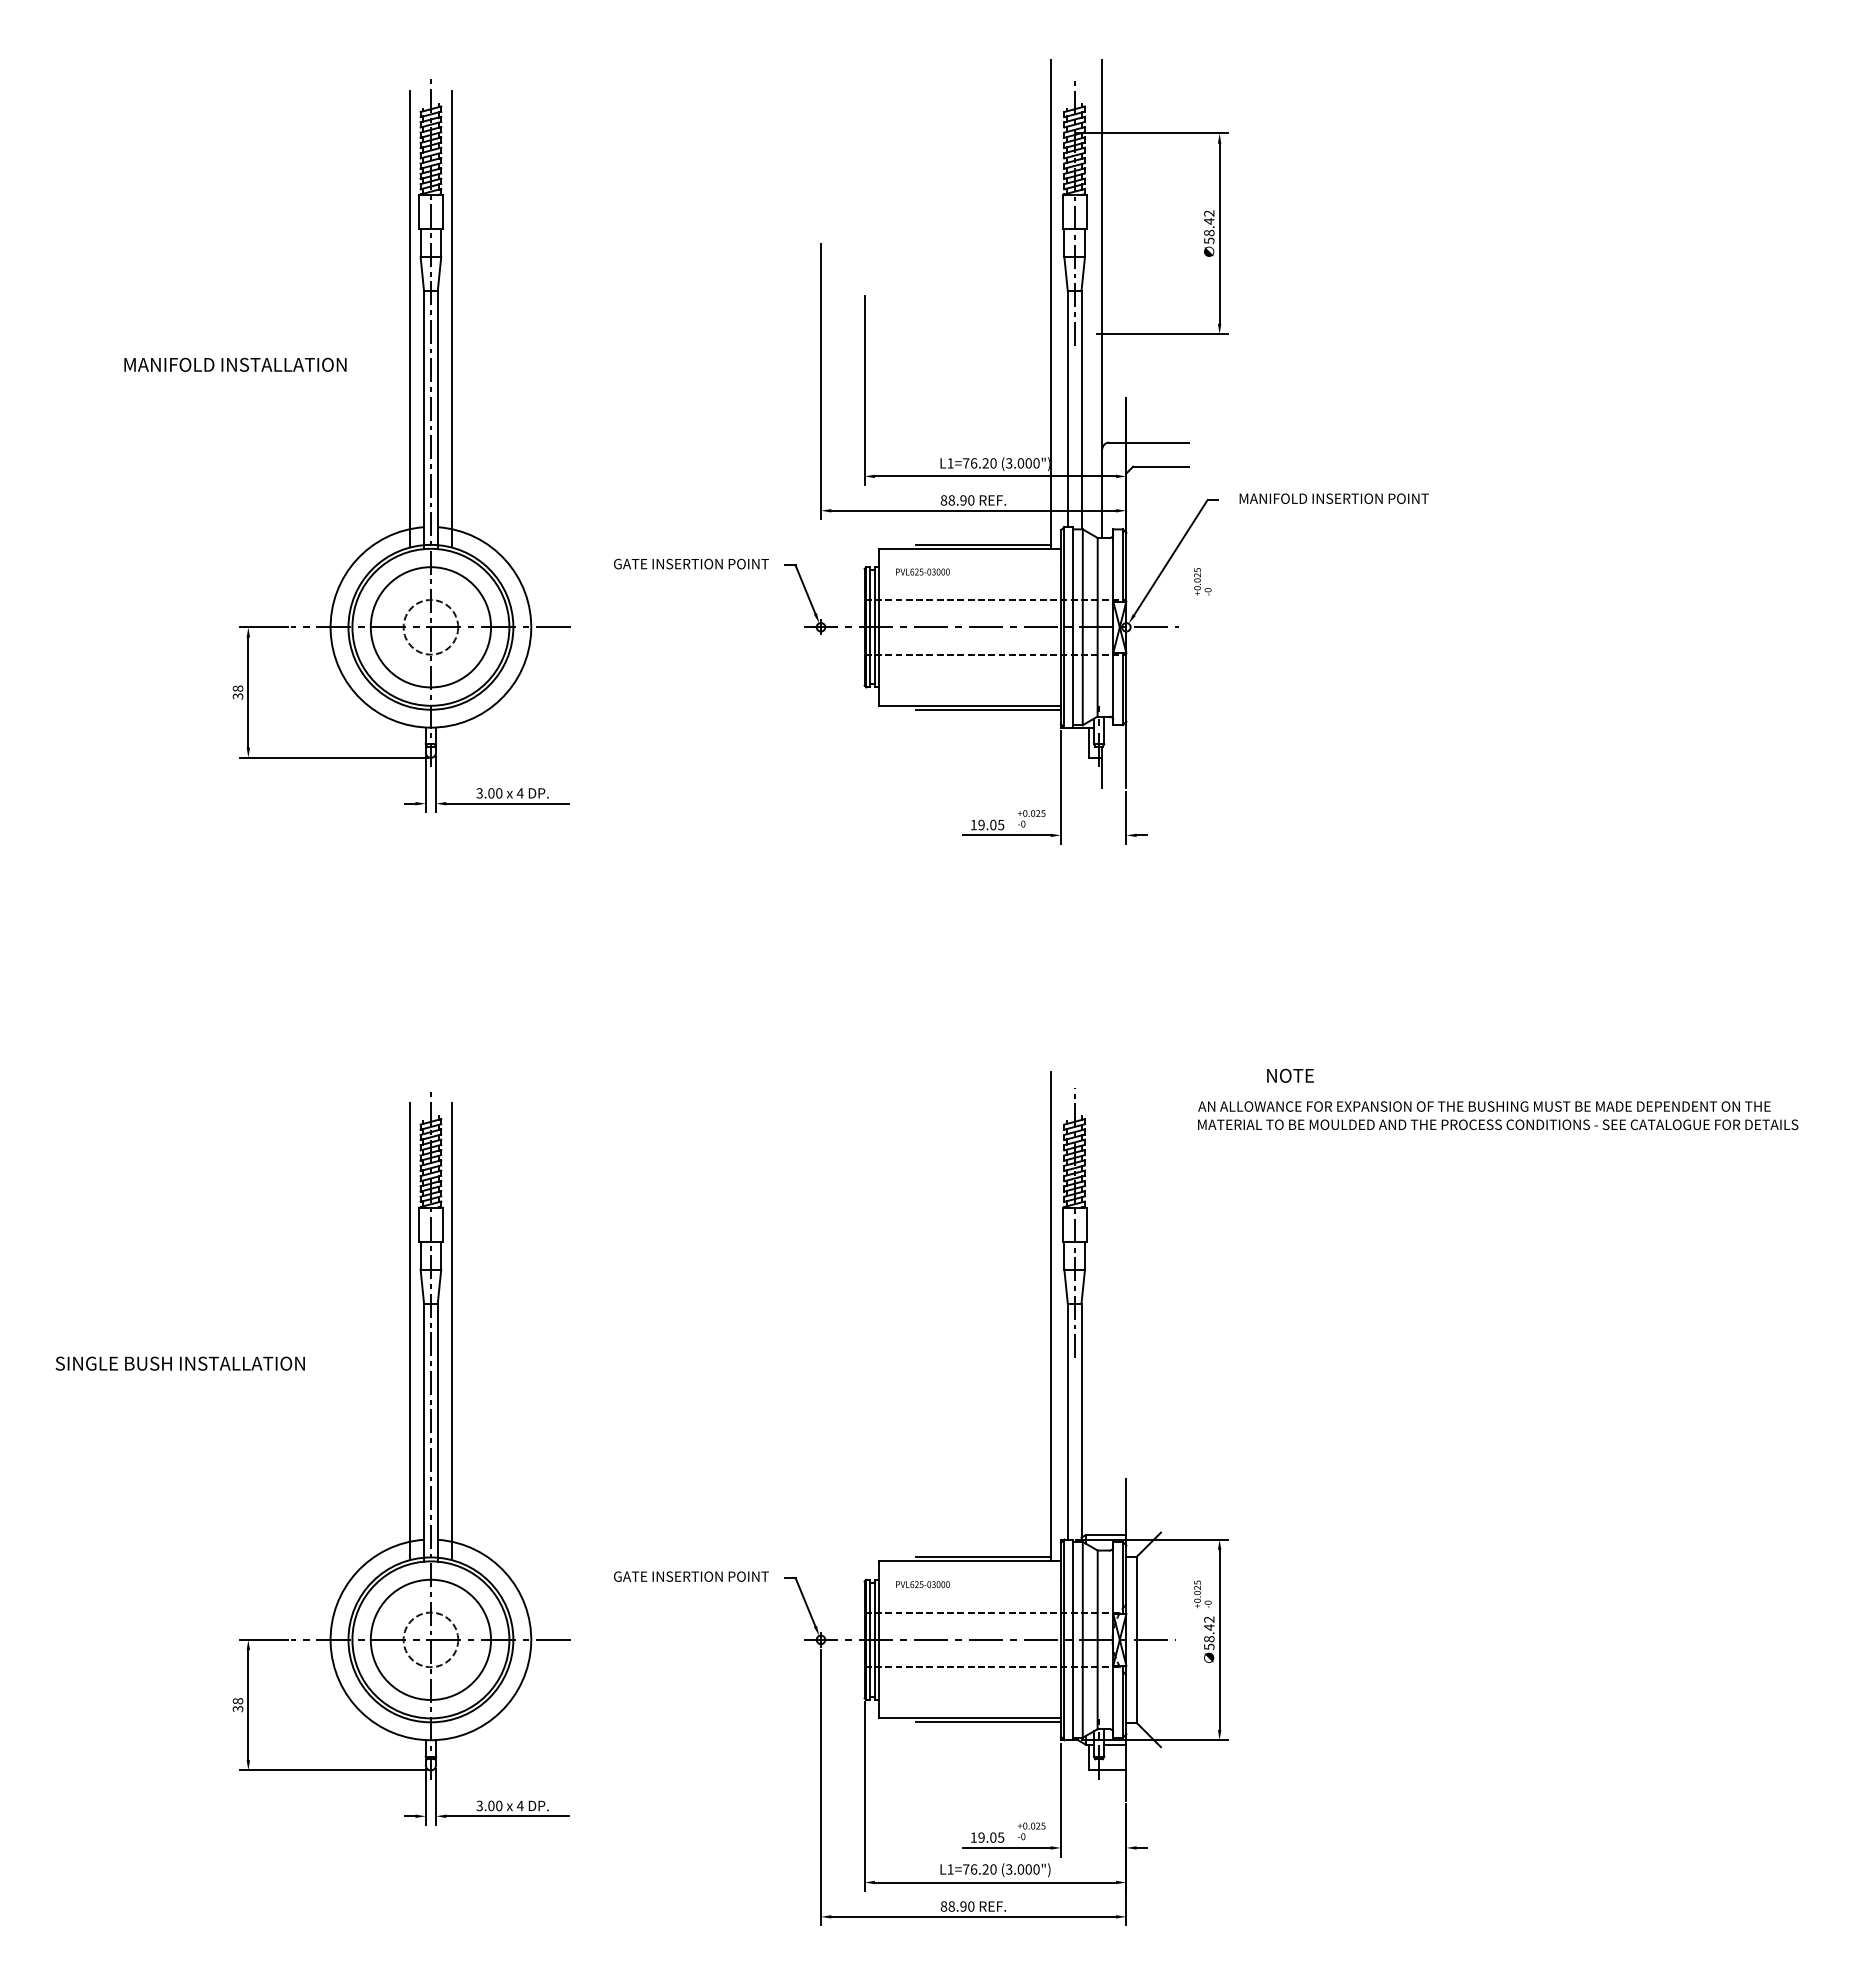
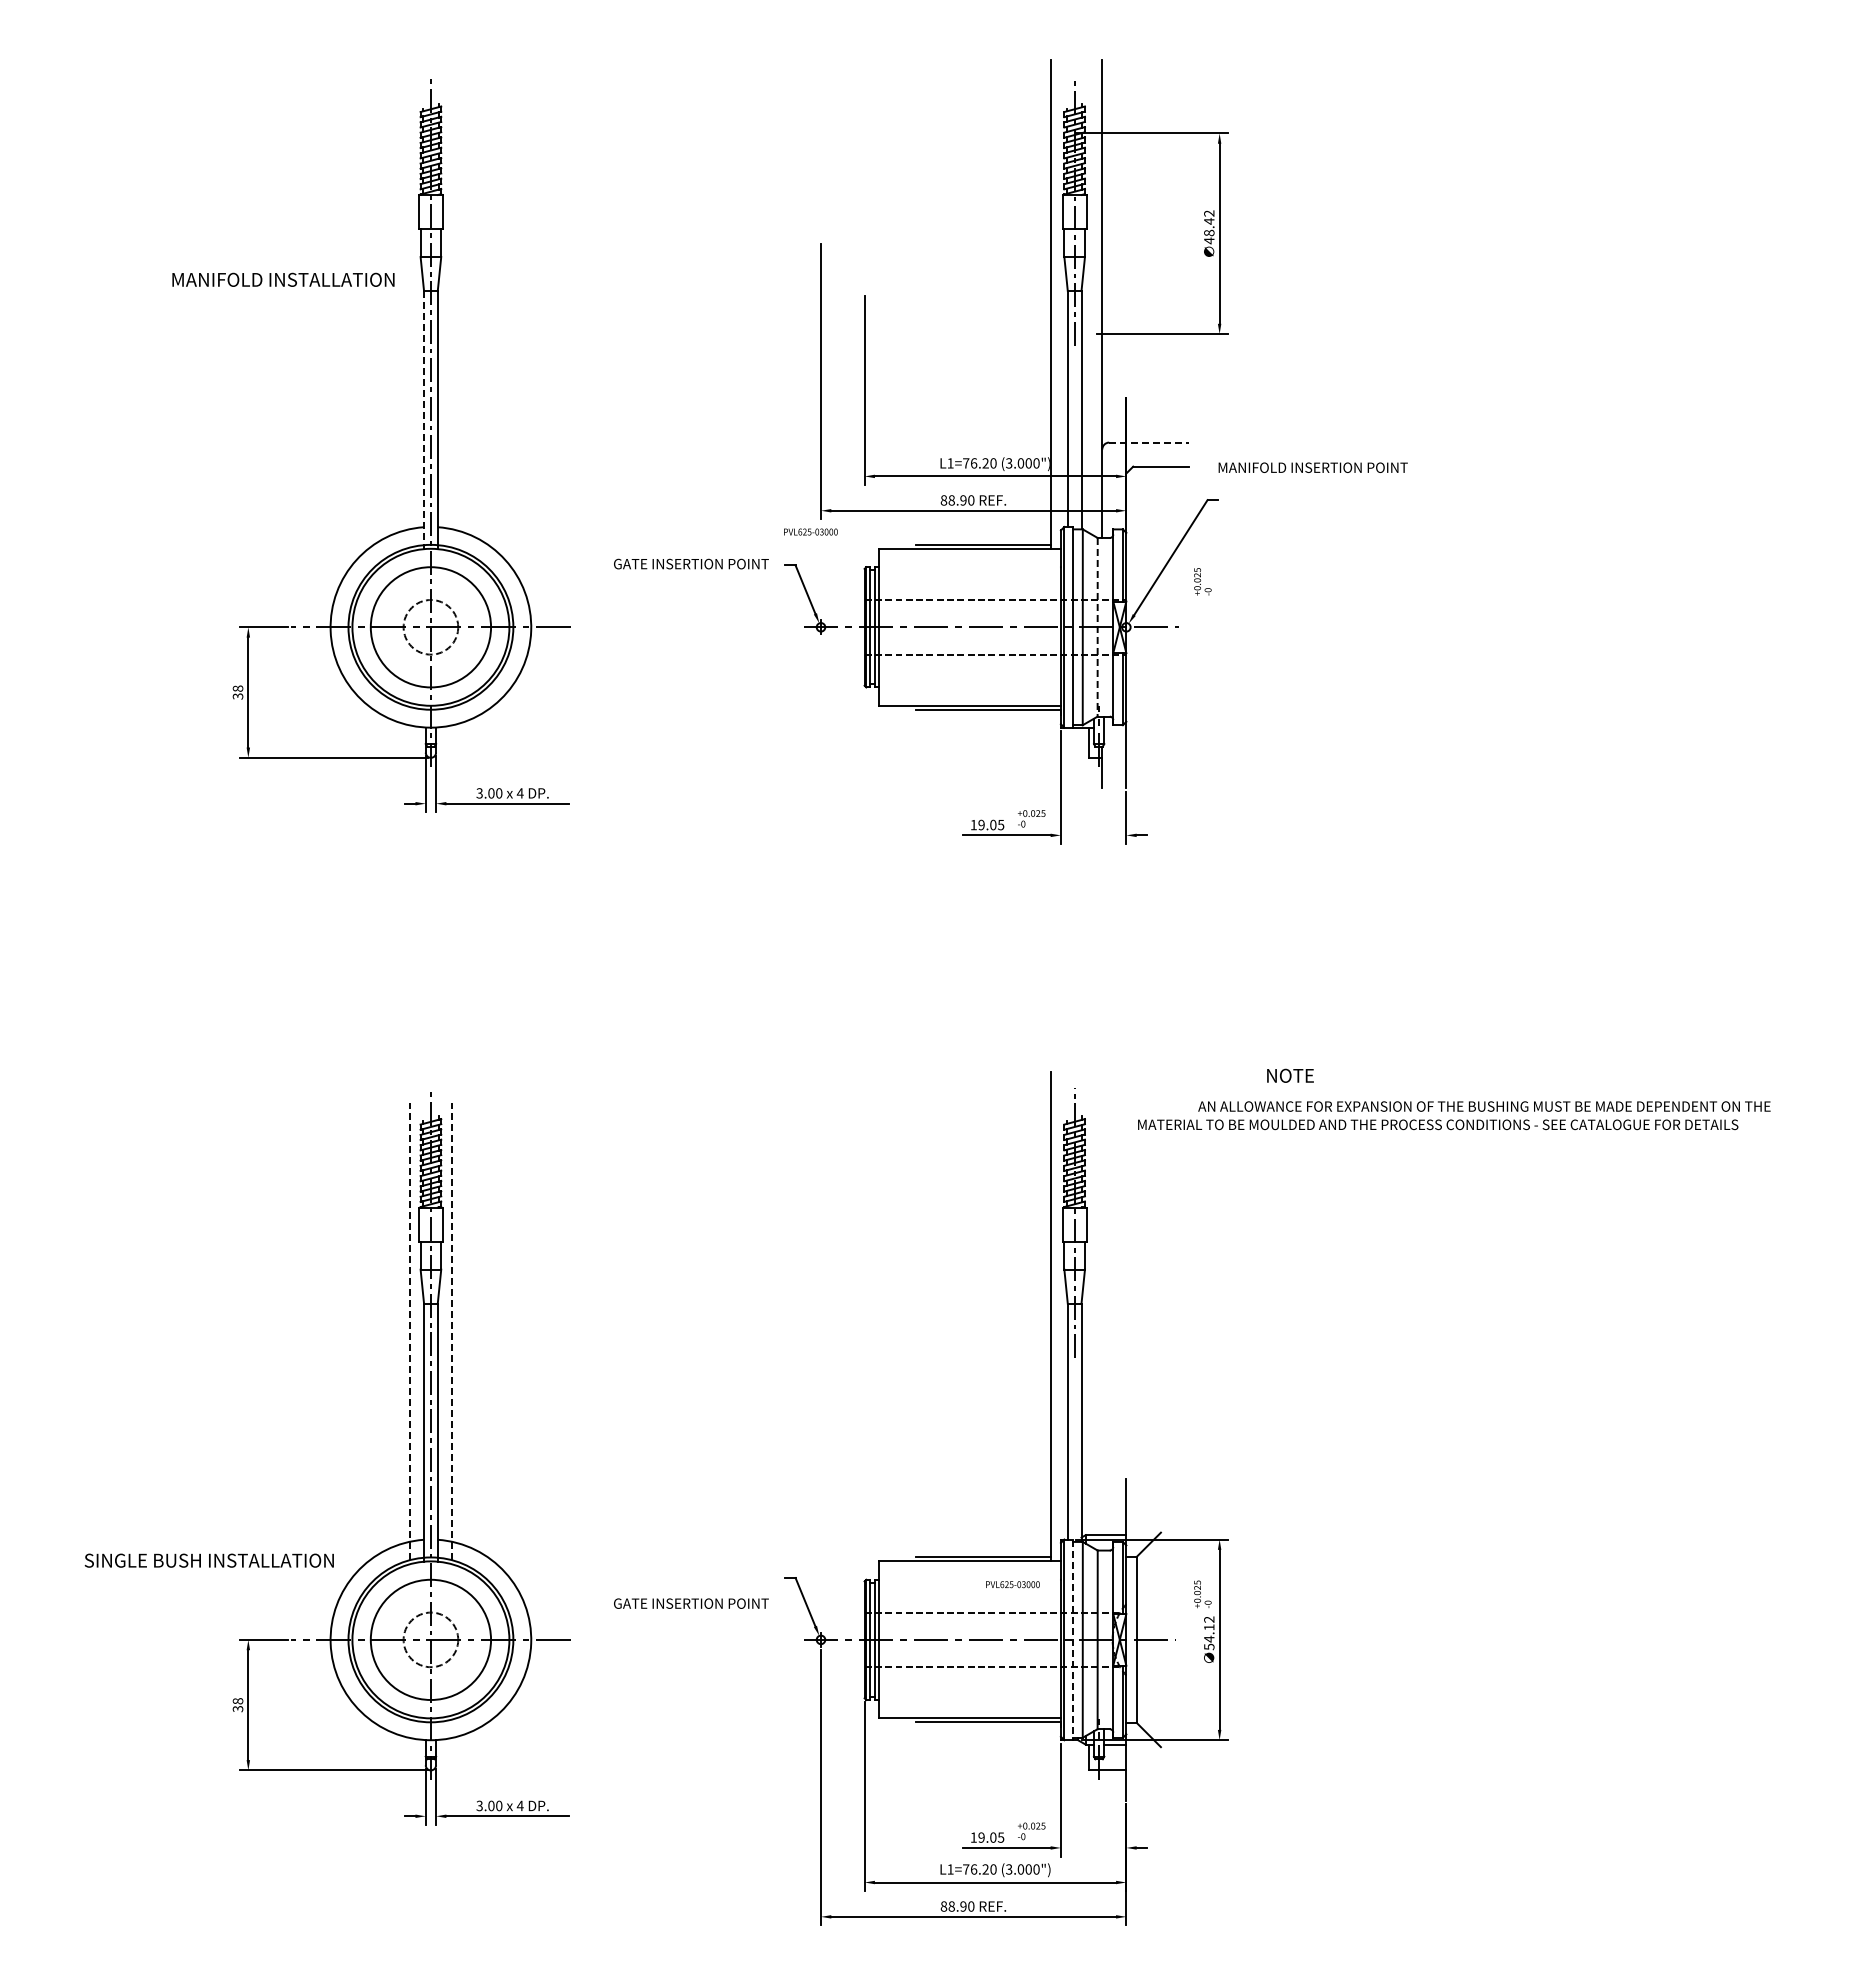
text at (1209, 240): 58.42 -> 48.42
line at (410, 318): present -> none
line at (451, 318): present -> none
text at (235, 364) position: (235, 364) -> (283, 279)
line at (424, 420): solid -> dashed
line at (1149, 442): solid -> dashed
text at (1333, 498) position: (1333, 498) -> (1312, 467)
text at (922, 571) position: (922, 571) -> (810, 531)
line at (1097, 627): solid -> dashed
text at (1498, 1124) position: (1498, 1124) -> (1438, 1124)
line at (410, 1331): solid -> dashed
line at (451, 1331): solid -> dashed
text at (179, 1363) position: (179, 1363) -> (208, 1560)
text at (691, 1576) position: (691, 1576) -> (691, 1603)
text at (922, 1584) position: (922, 1584) -> (1012, 1584)
text at (1209, 1633): 58.42 -> 54.12
line at (1073, 1640): solid -> dashed
